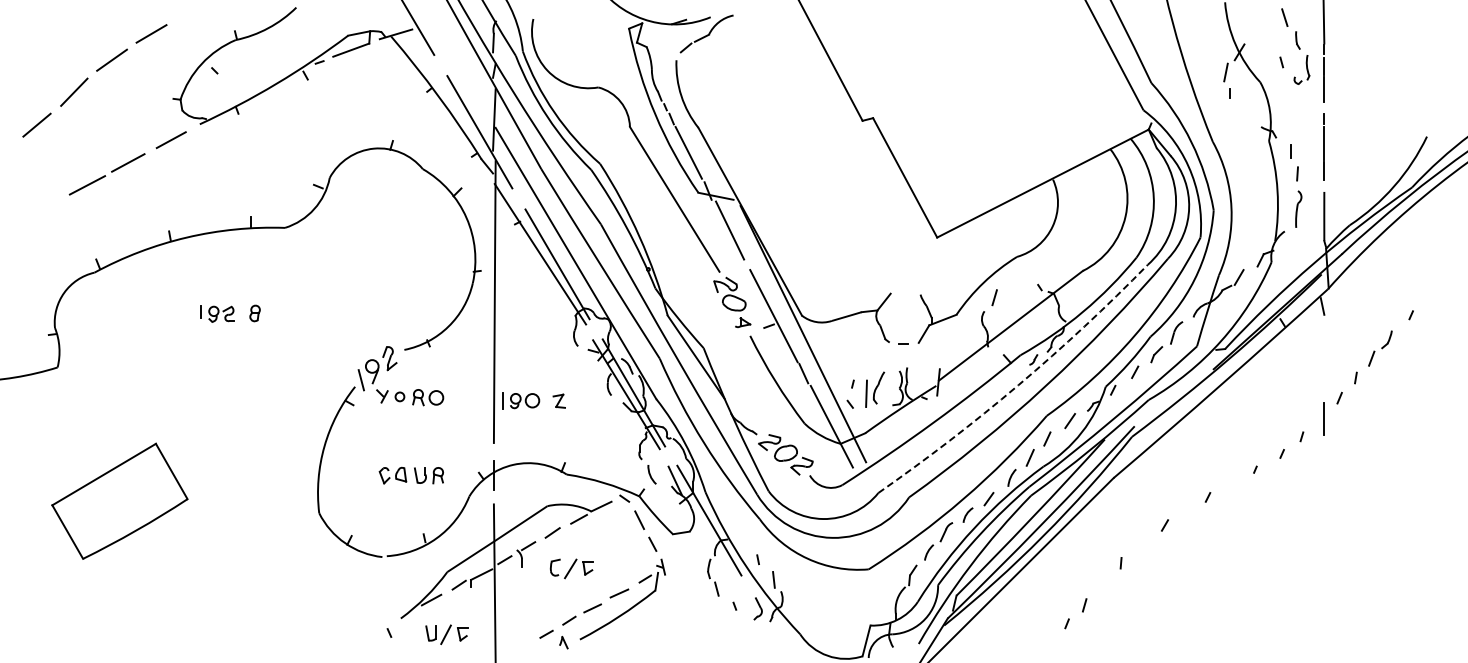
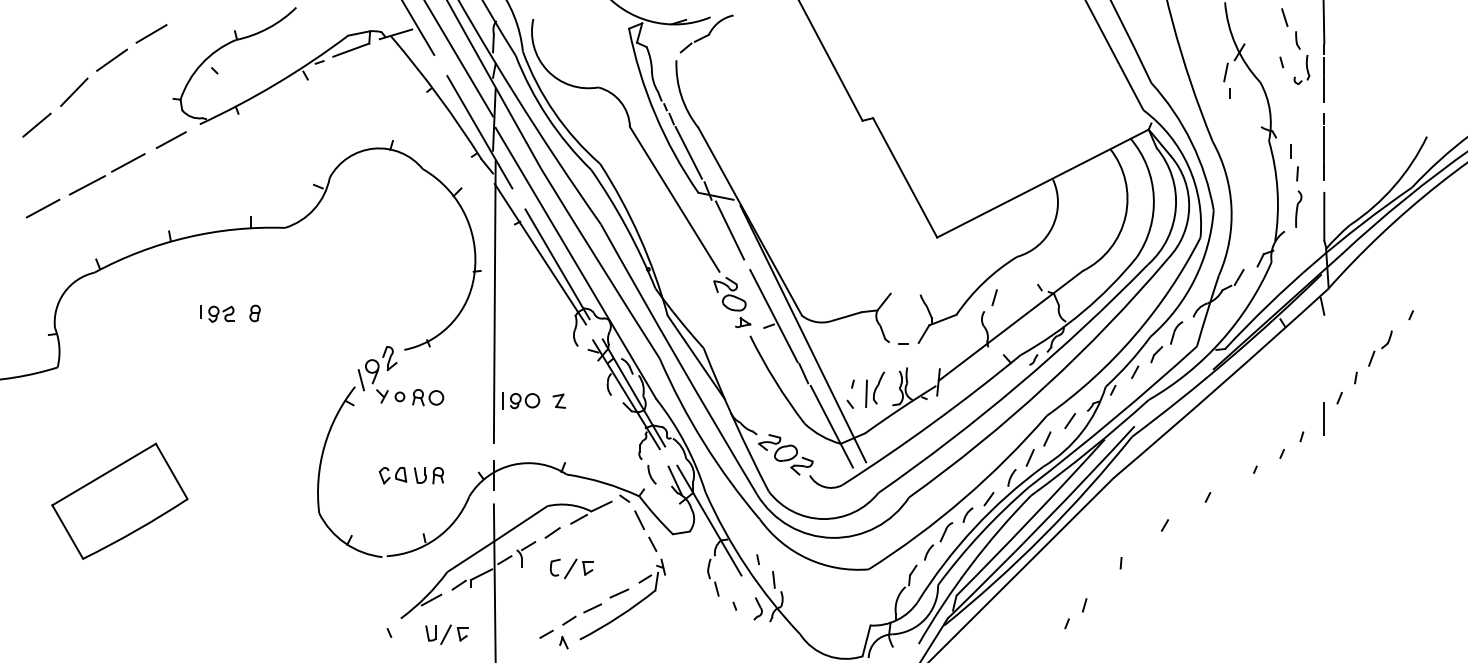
line at (459, 59): none -> present
line at (42, 208): none -> present
arc at (1018, 385): dashed -> solid
